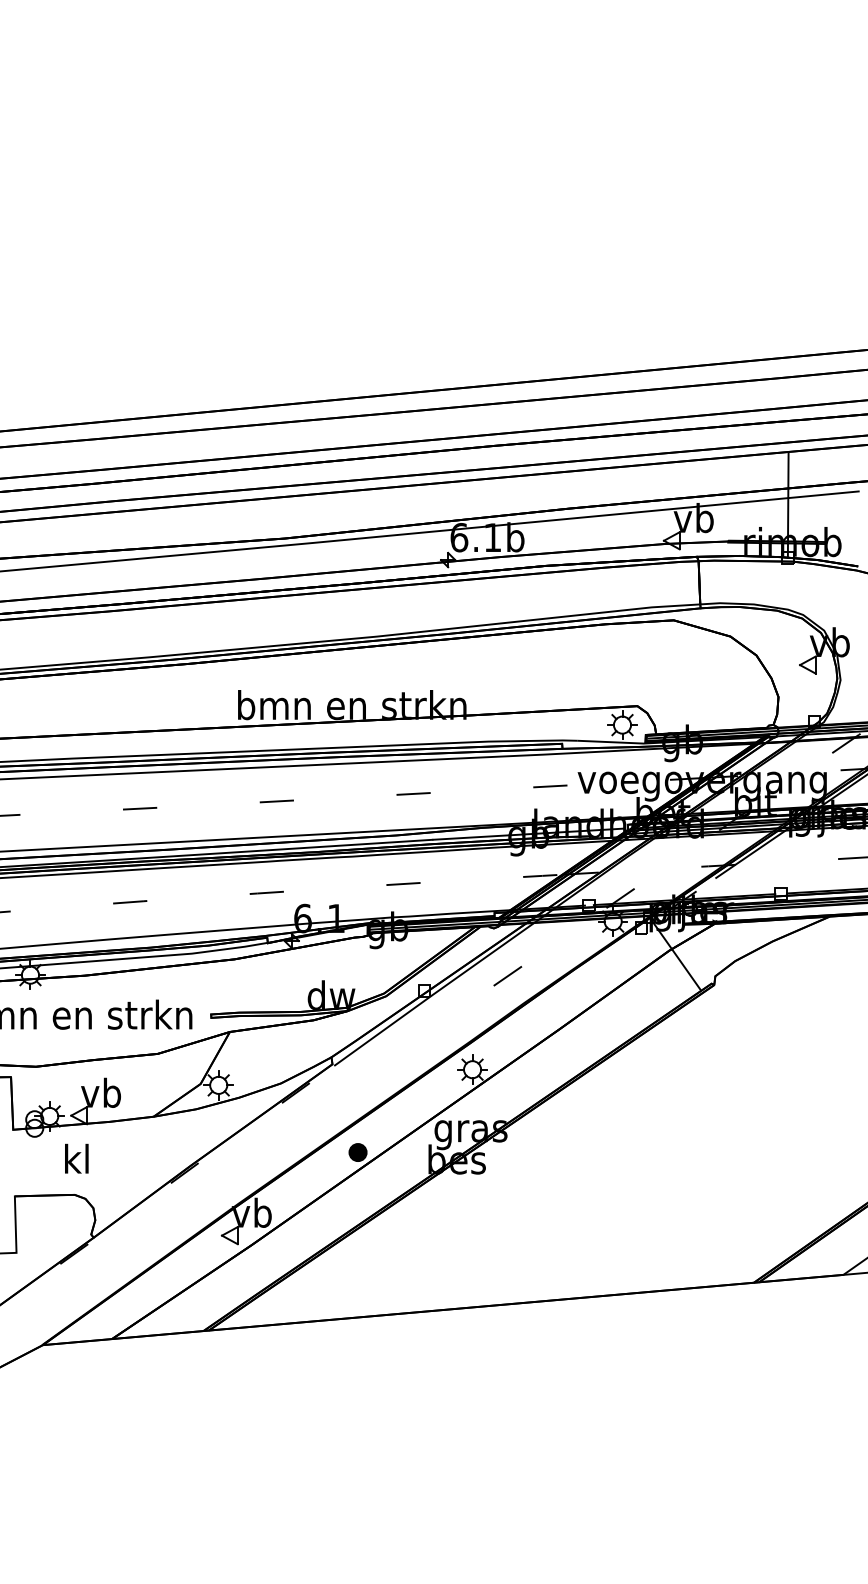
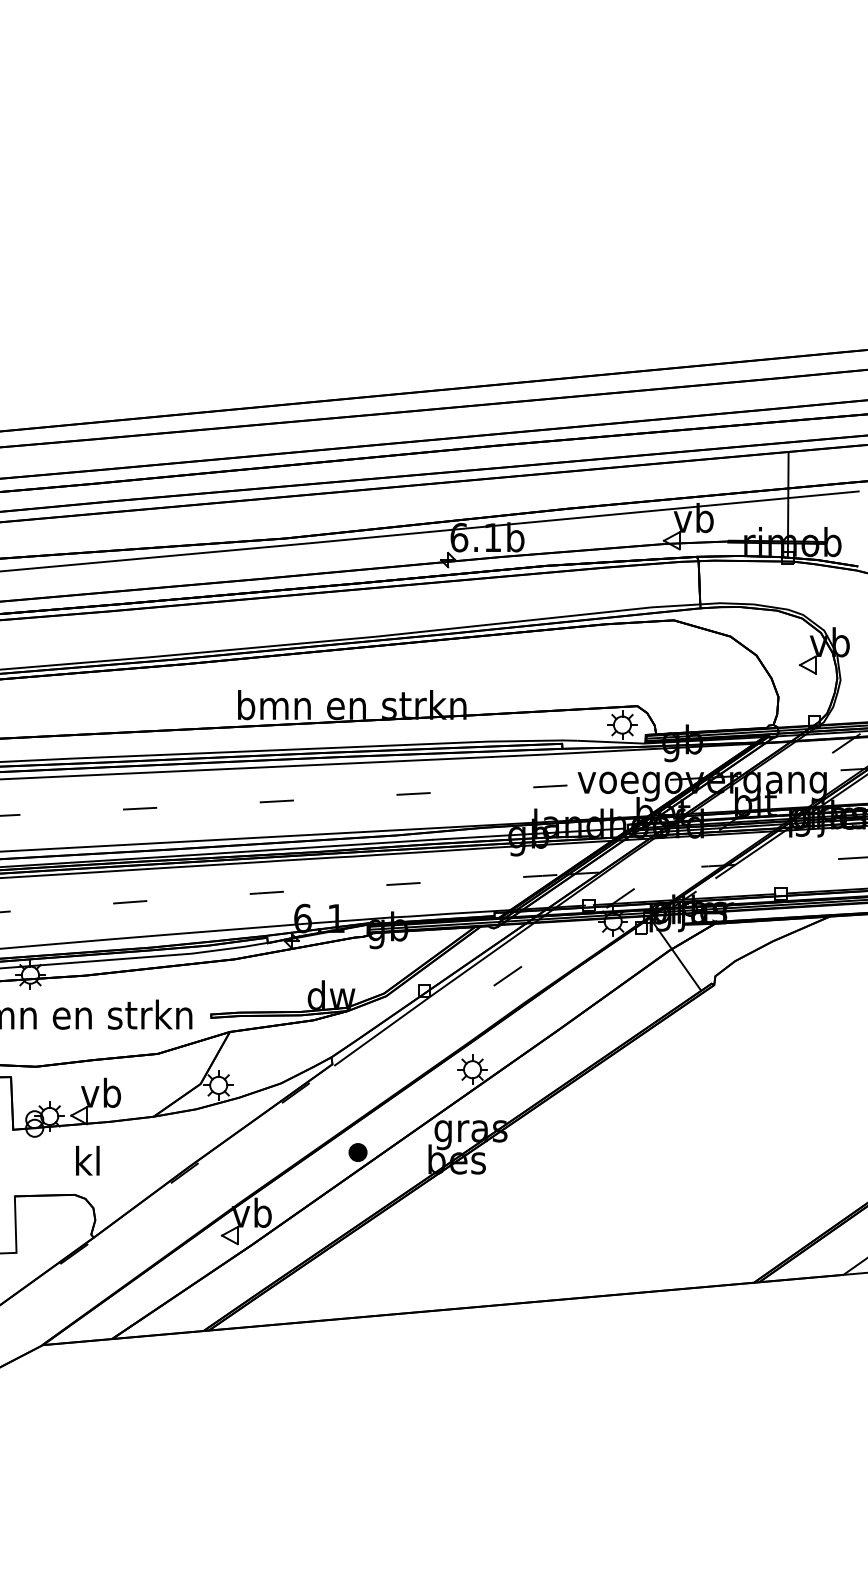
text at (76, 1158) position: (76, 1158) -> (87, 1160)
